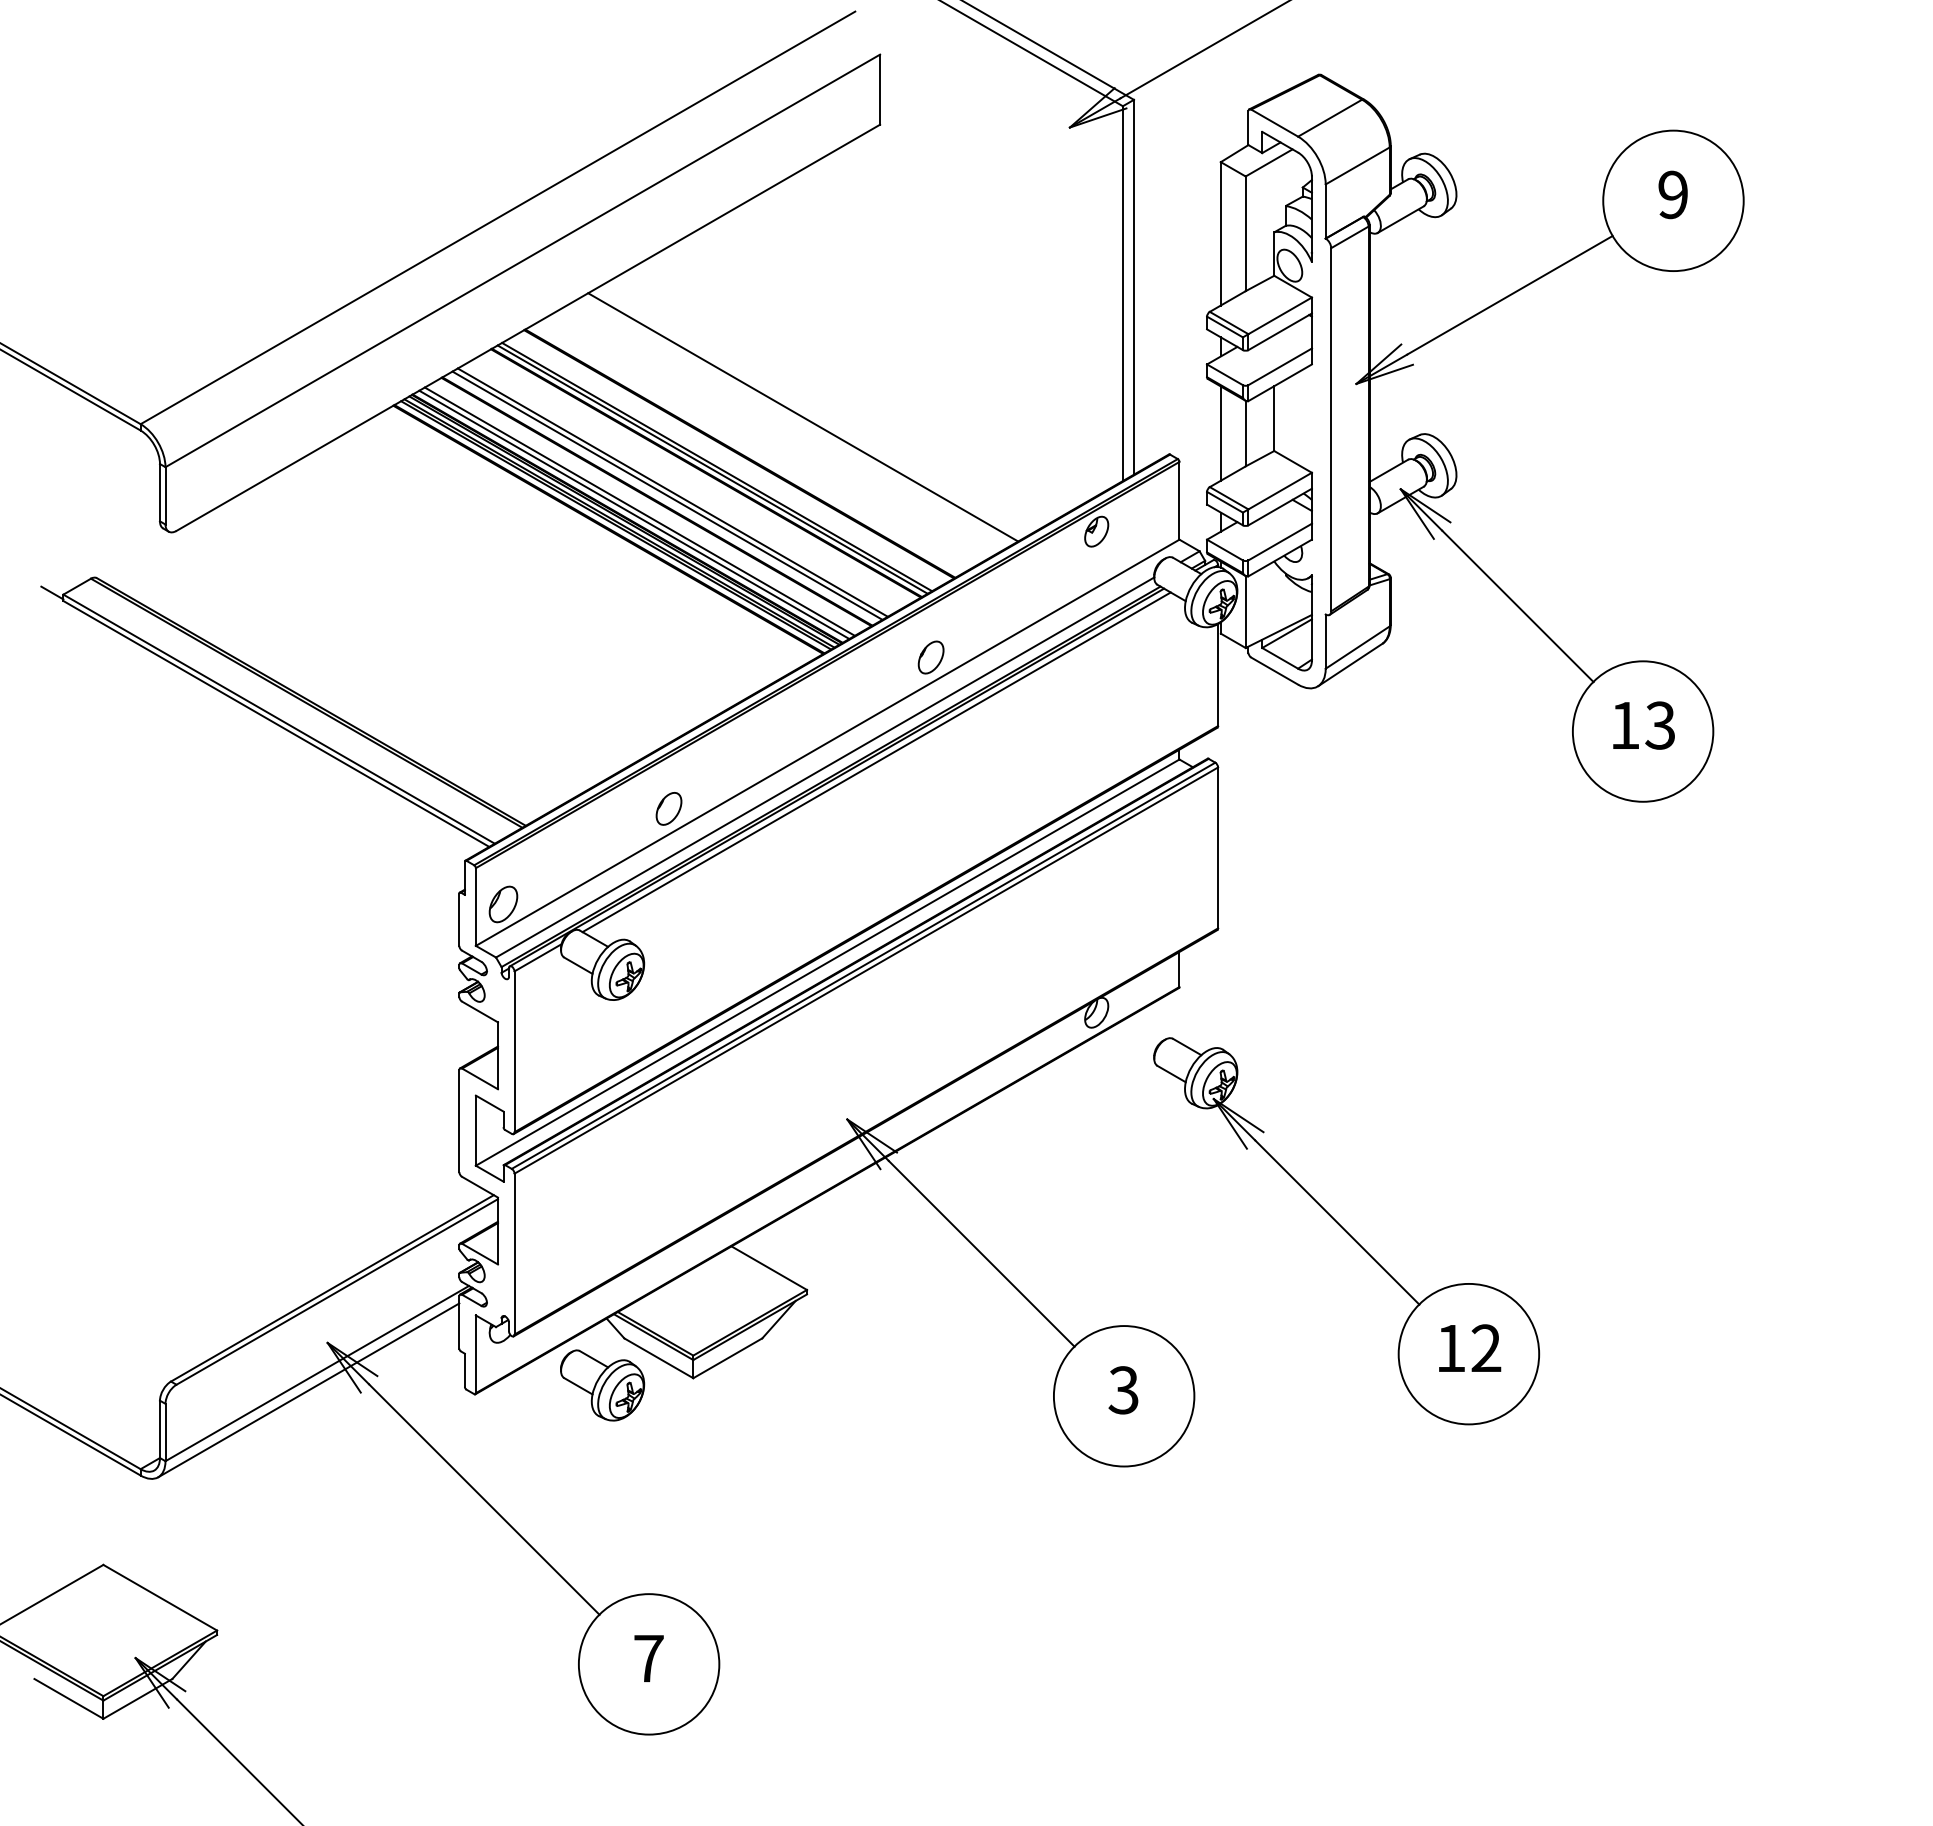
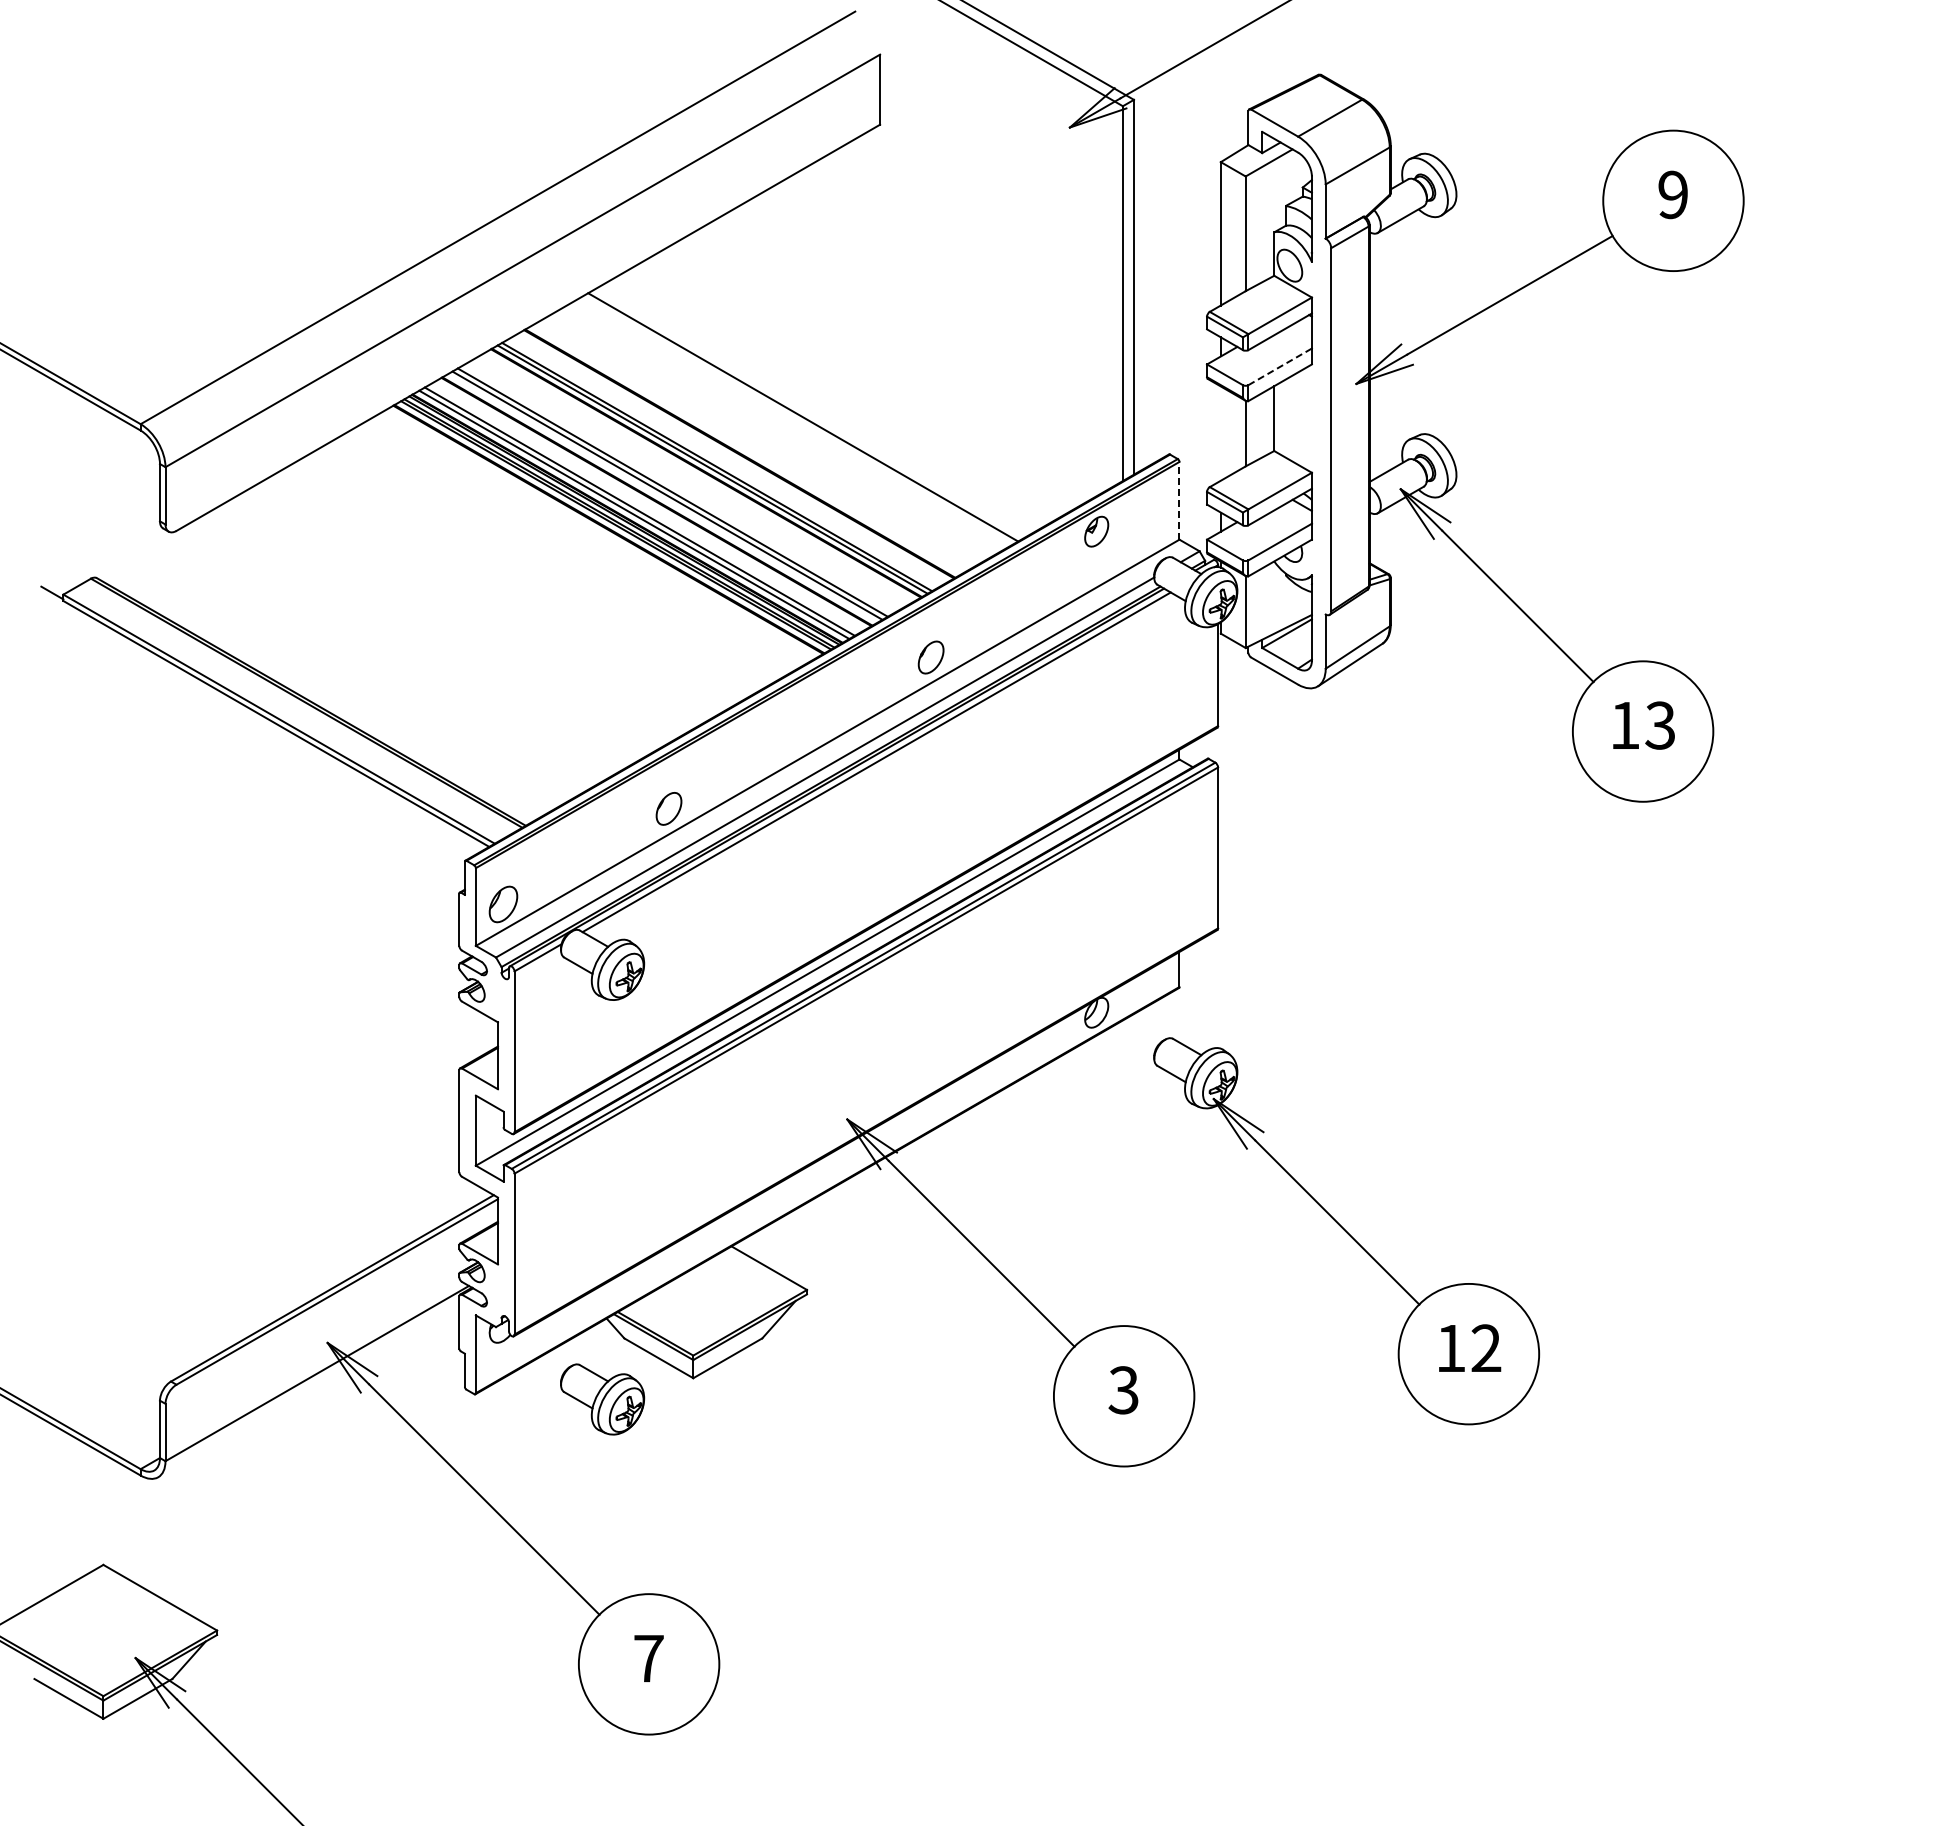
line at (1280, 366): solid -> dashed
line at (1220, 433): present -> none
line at (1179, 500): solid -> dashed
part at (602, 1385) position: (602, 1385) -> (602, 1399)
line at (308, 1390): present -> none
